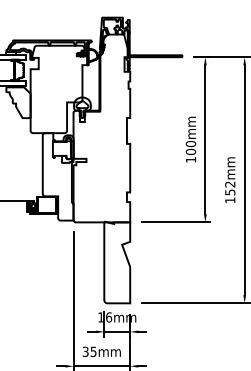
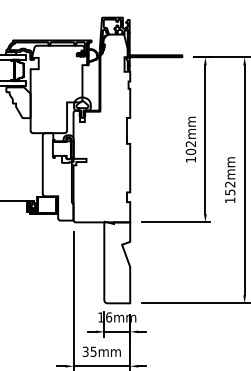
text at (190, 143): 100mm -> 102mm
